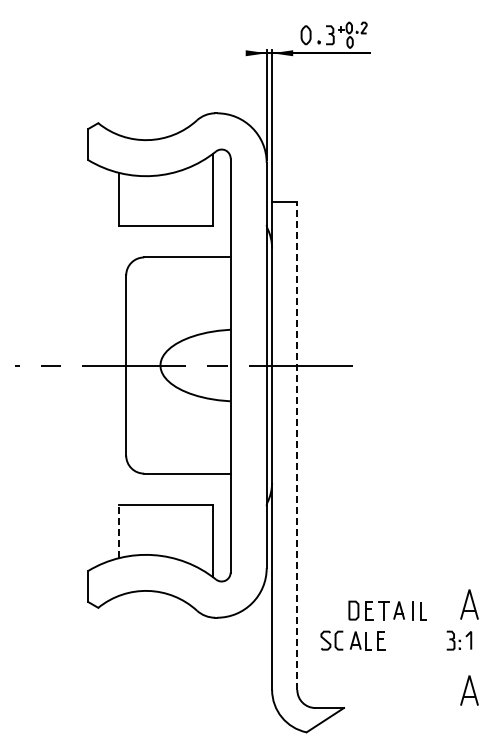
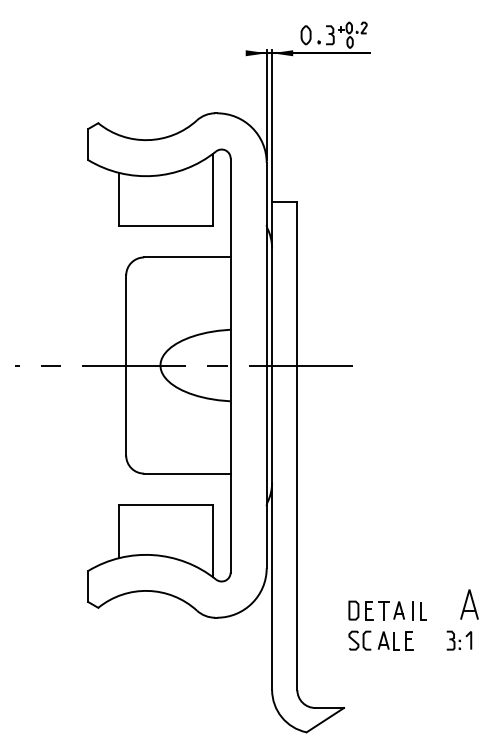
line at (297, 445): dashed -> solid
line at (118, 531): dashed -> solid
part at (352, 640) position: (352, 640) -> (380, 640)
part at (469, 690): present -> none
